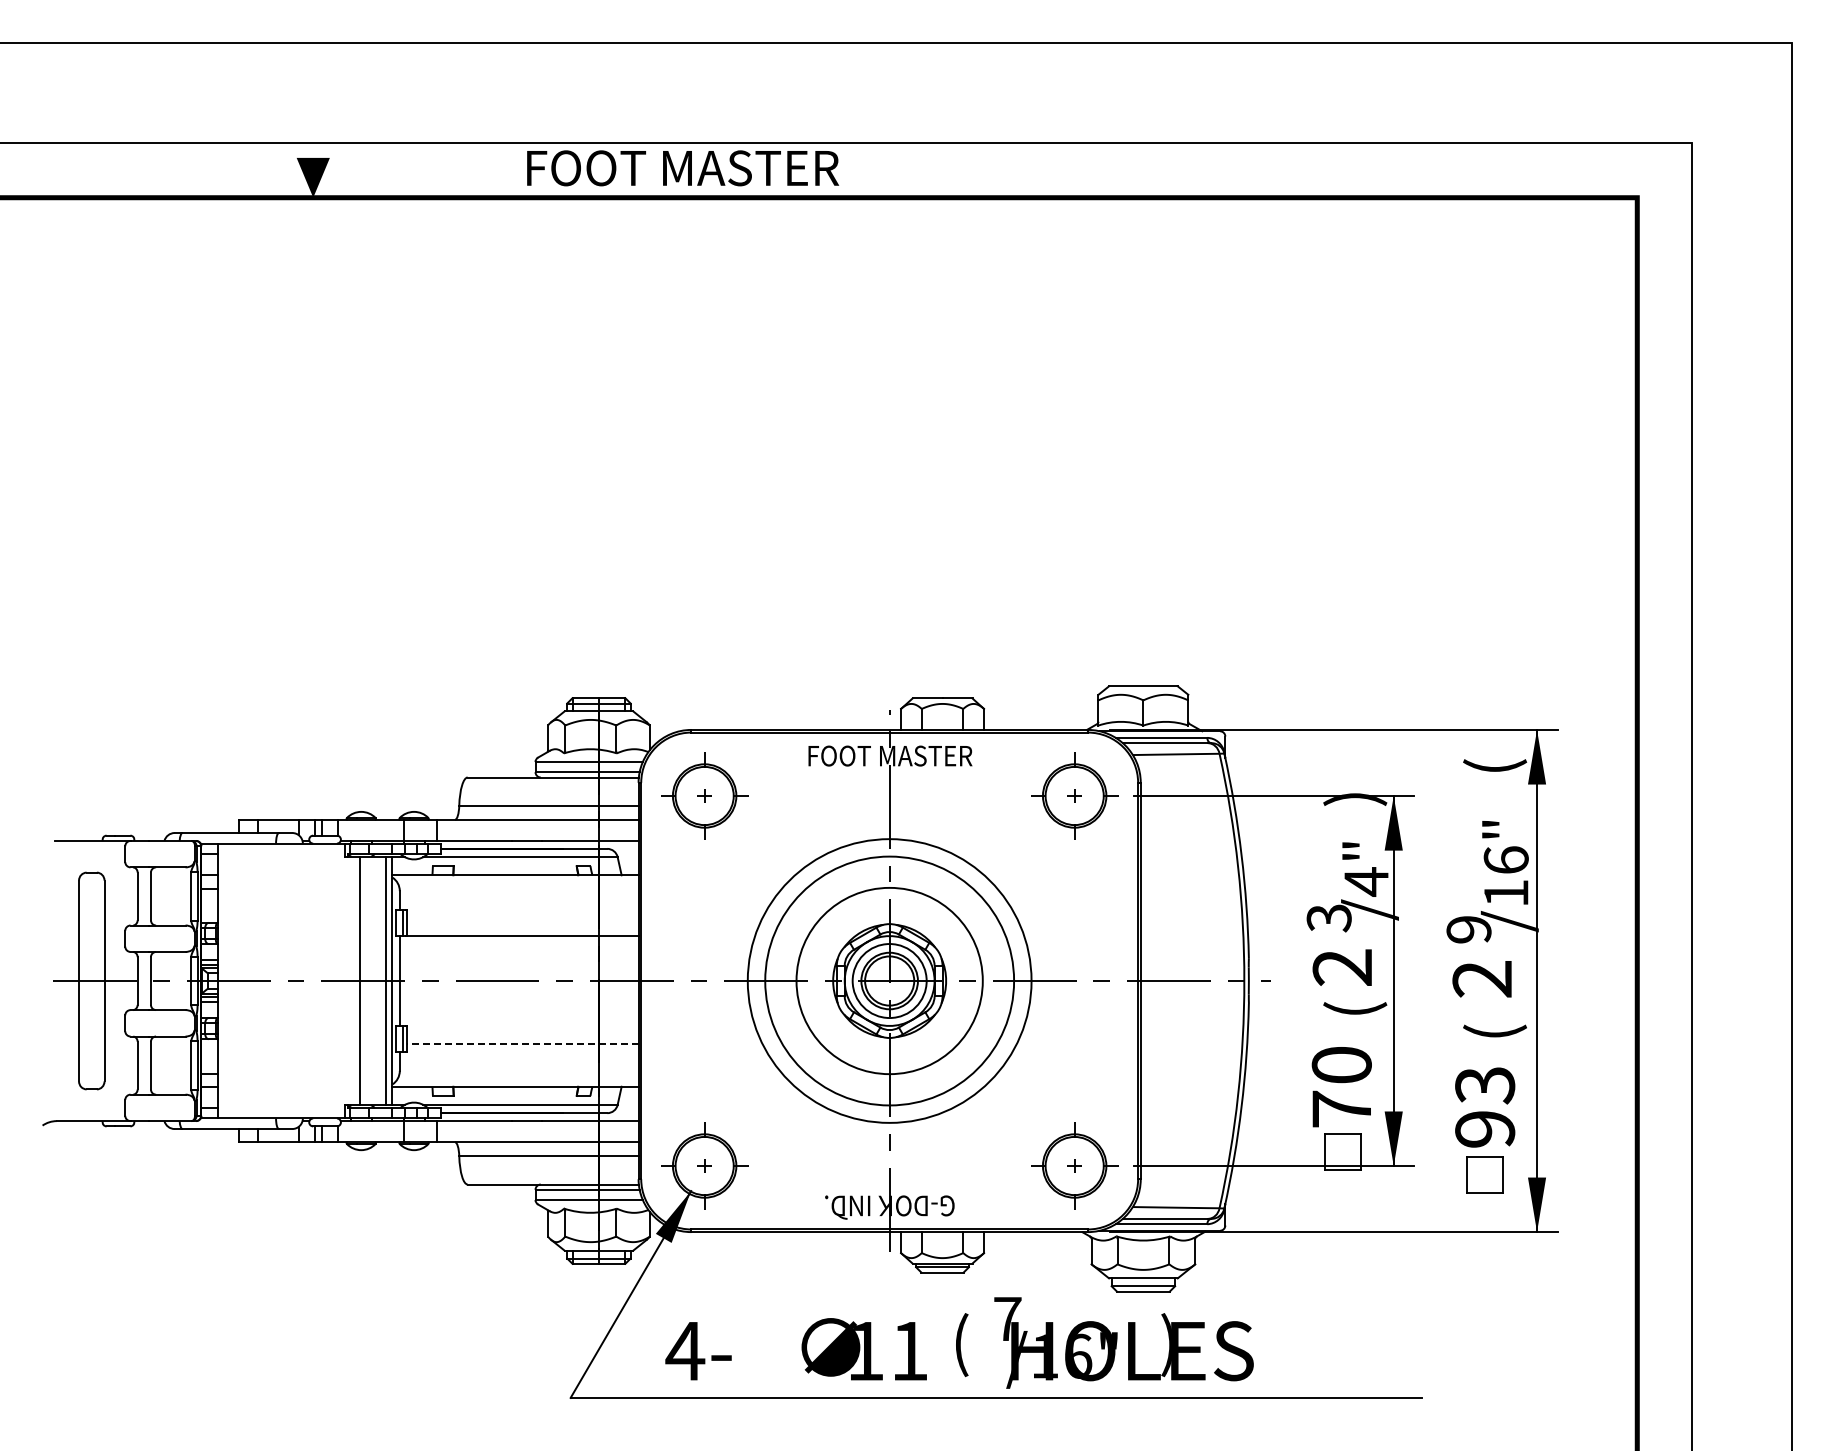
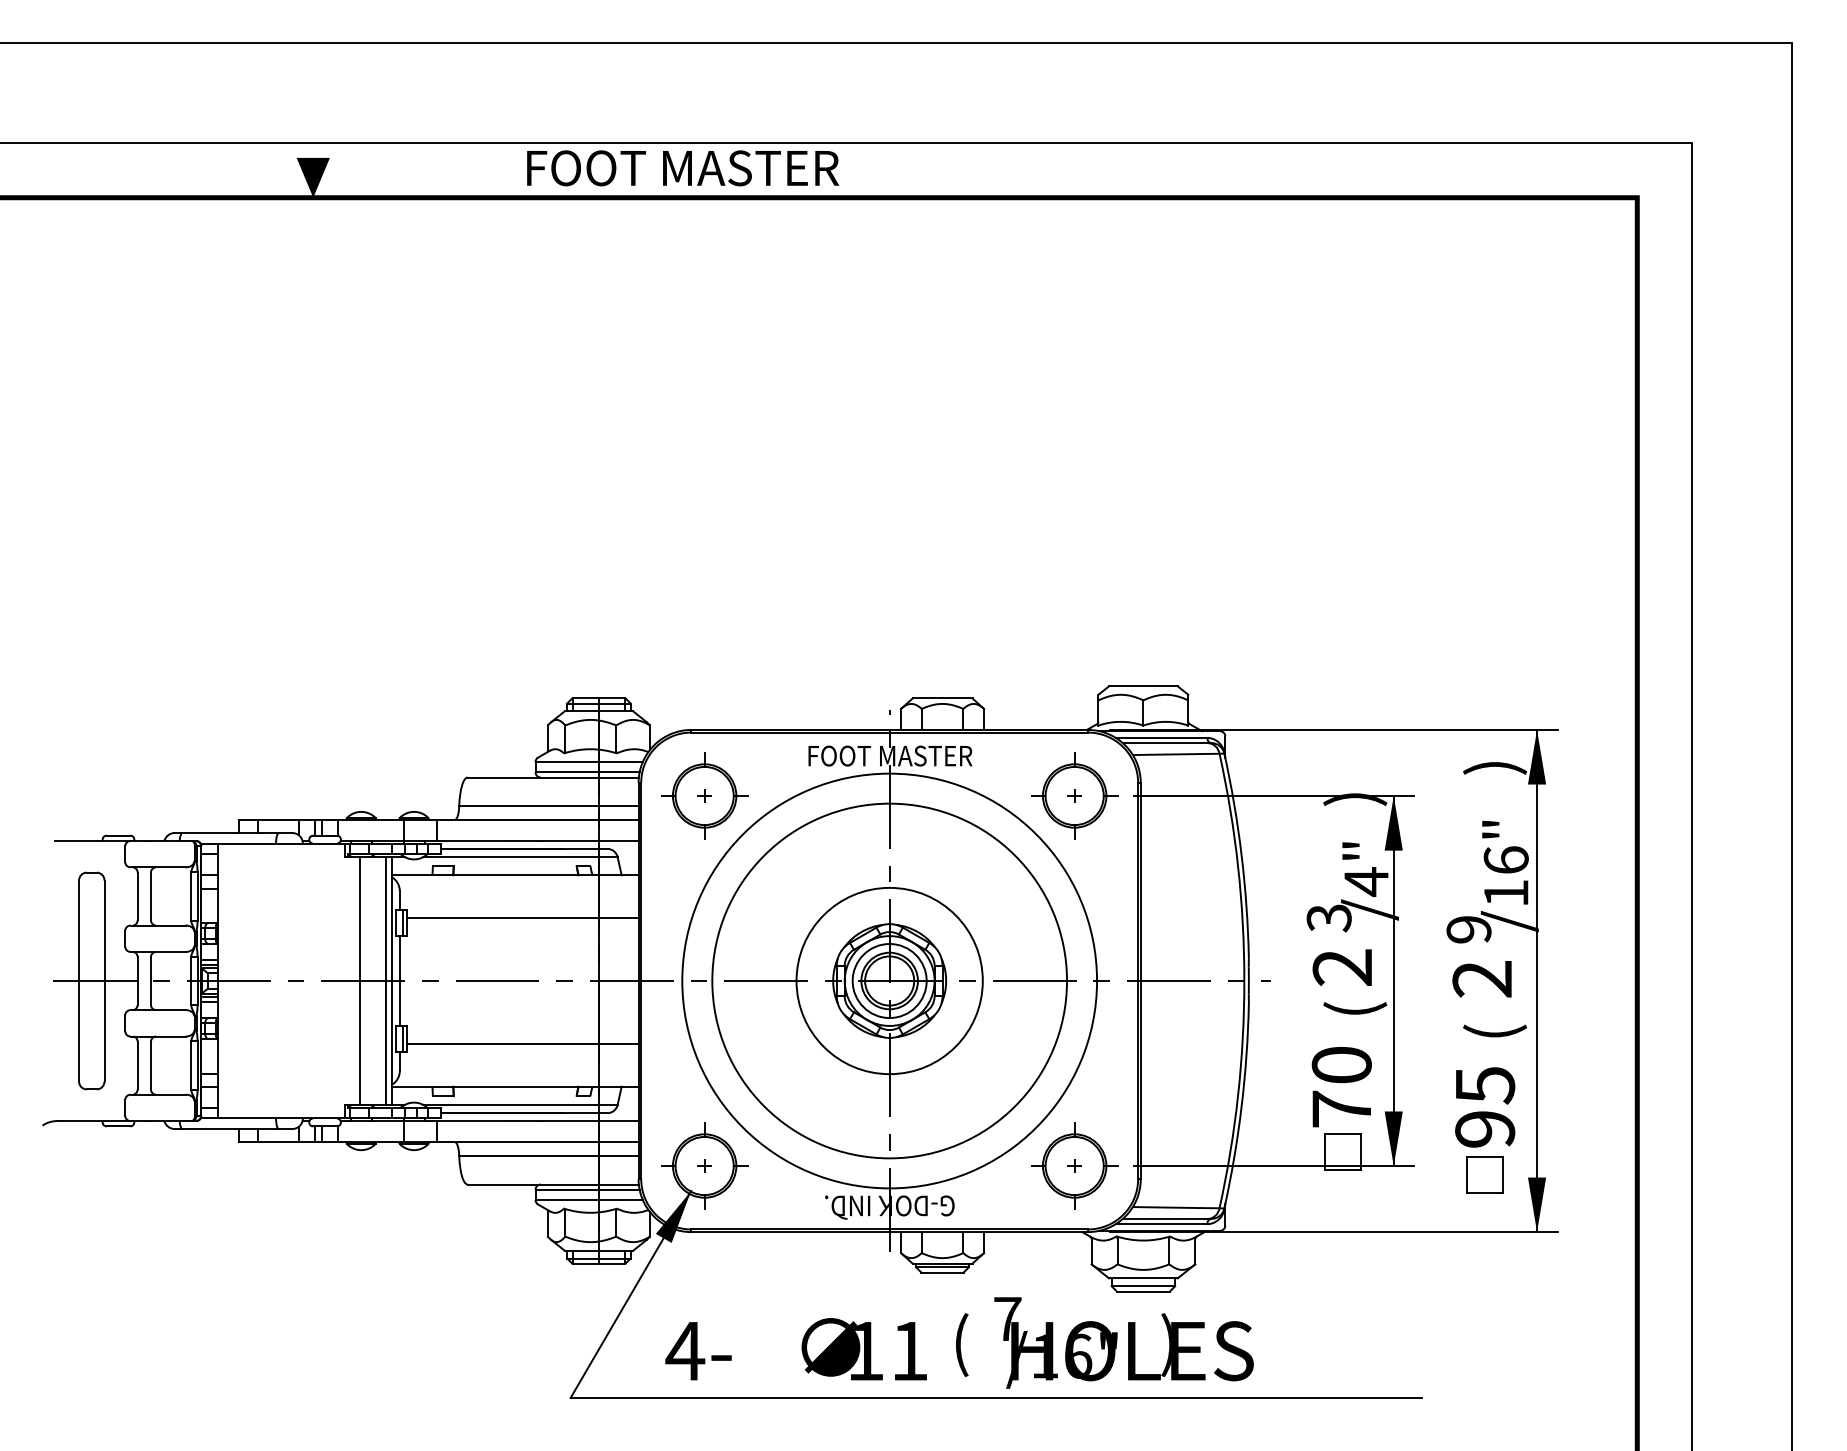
text at (1495, 766): ( -> )
line at (522, 935) position: (522, 935) -> (522, 917)
circle at (889, 980) diameter: 249 px -> 415 px
circle at (889, 980) diameter: 284 px -> 355 px
line at (522, 1044): dashed -> solid
text at (1484, 1085): 93 -> 95
